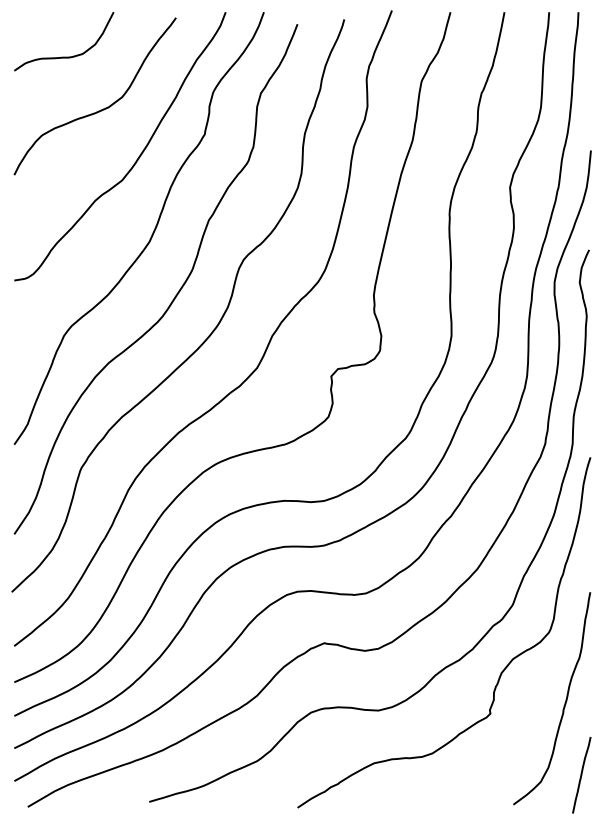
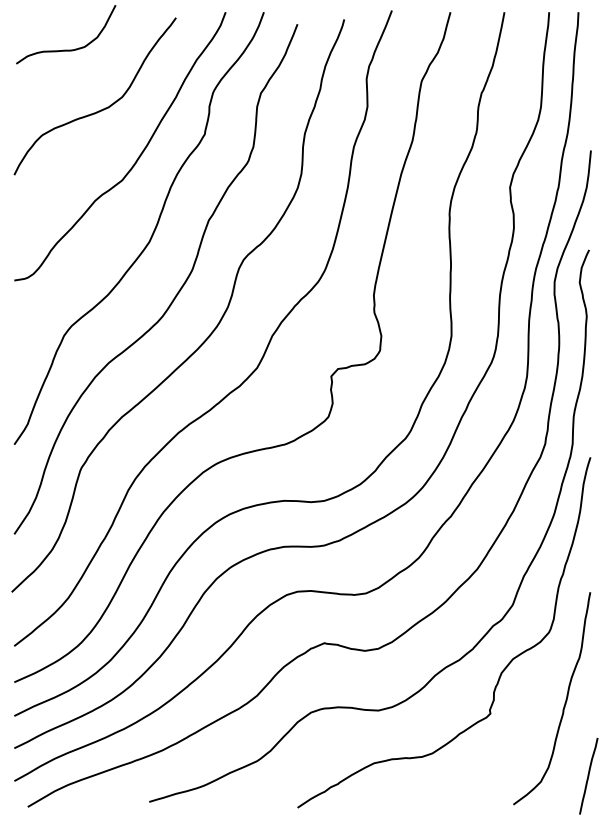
curve at (64, 56) position: (64, 56) -> (66, 49)
line at (581, 775) position: (581, 775) -> (588, 776)
